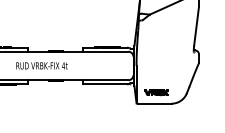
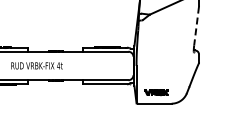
line at (196, 26): solid -> dashed
text at (41, 65) position: (41, 65) -> (36, 65)
